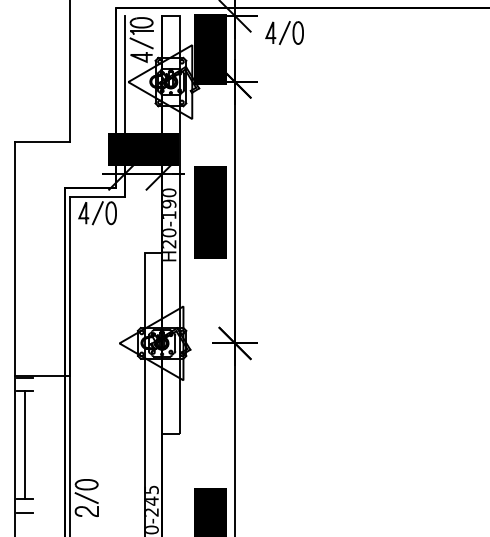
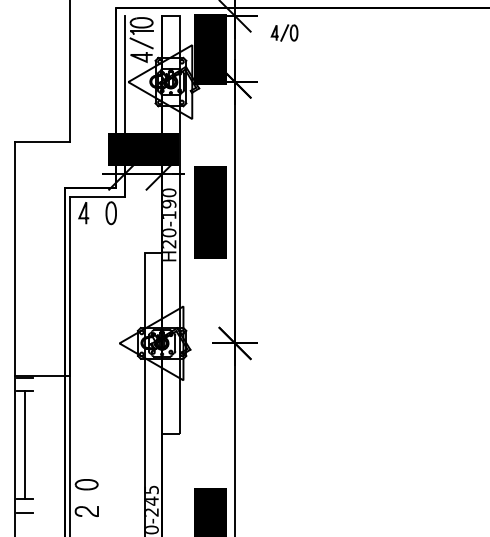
part at (284, 32) size: 39x24 px -> 29x18 px
line at (97, 213): present -> none
line at (86, 498): present -> none
